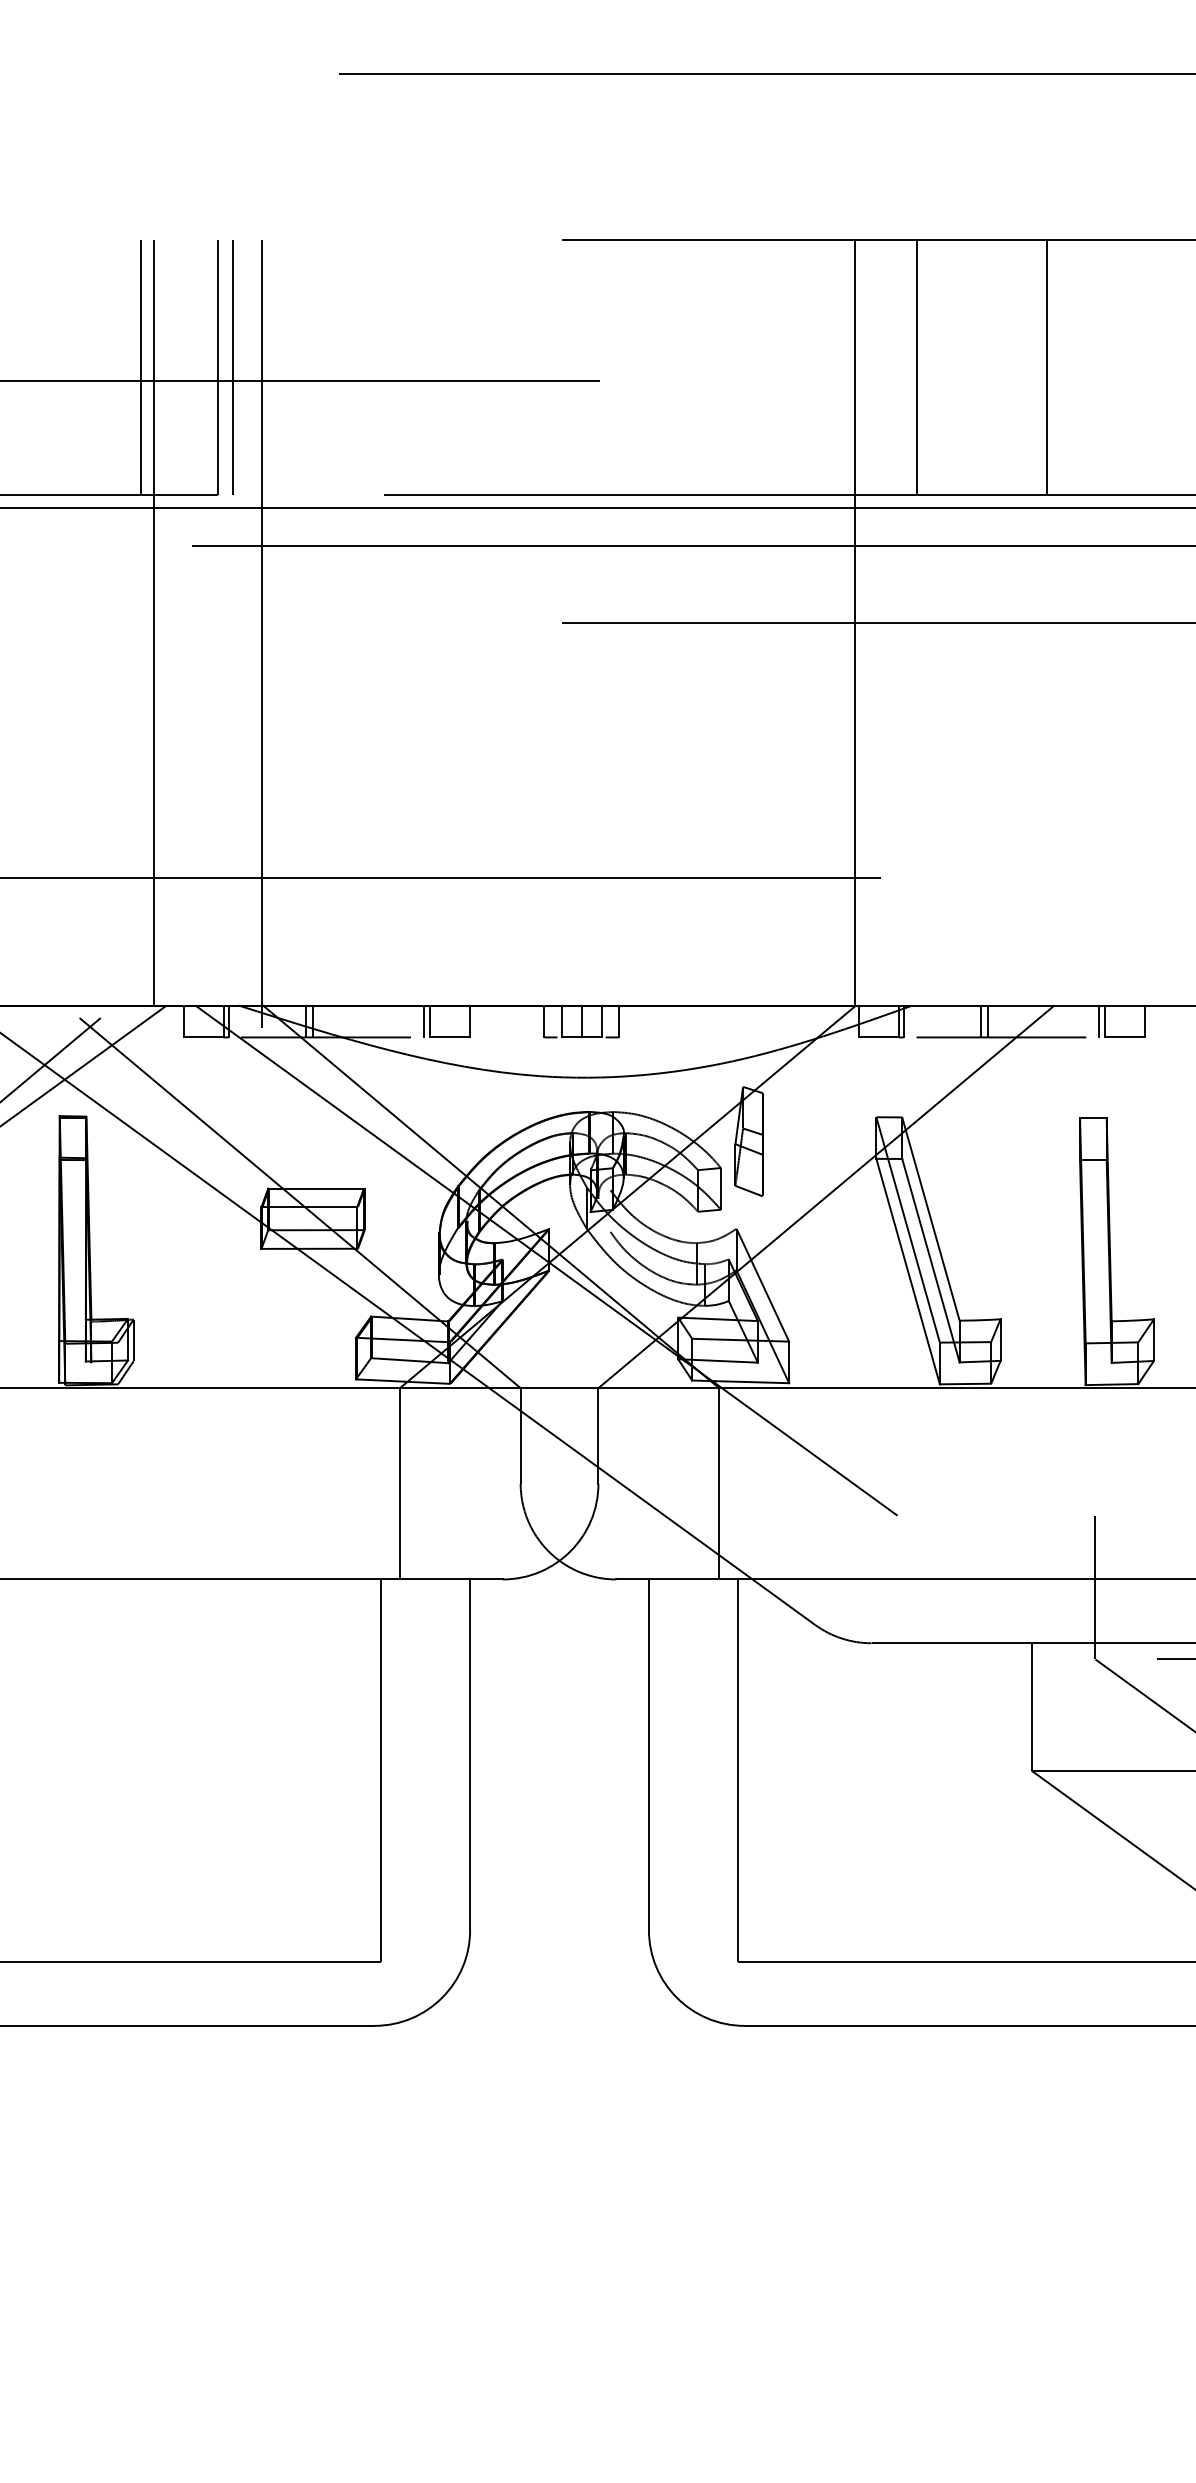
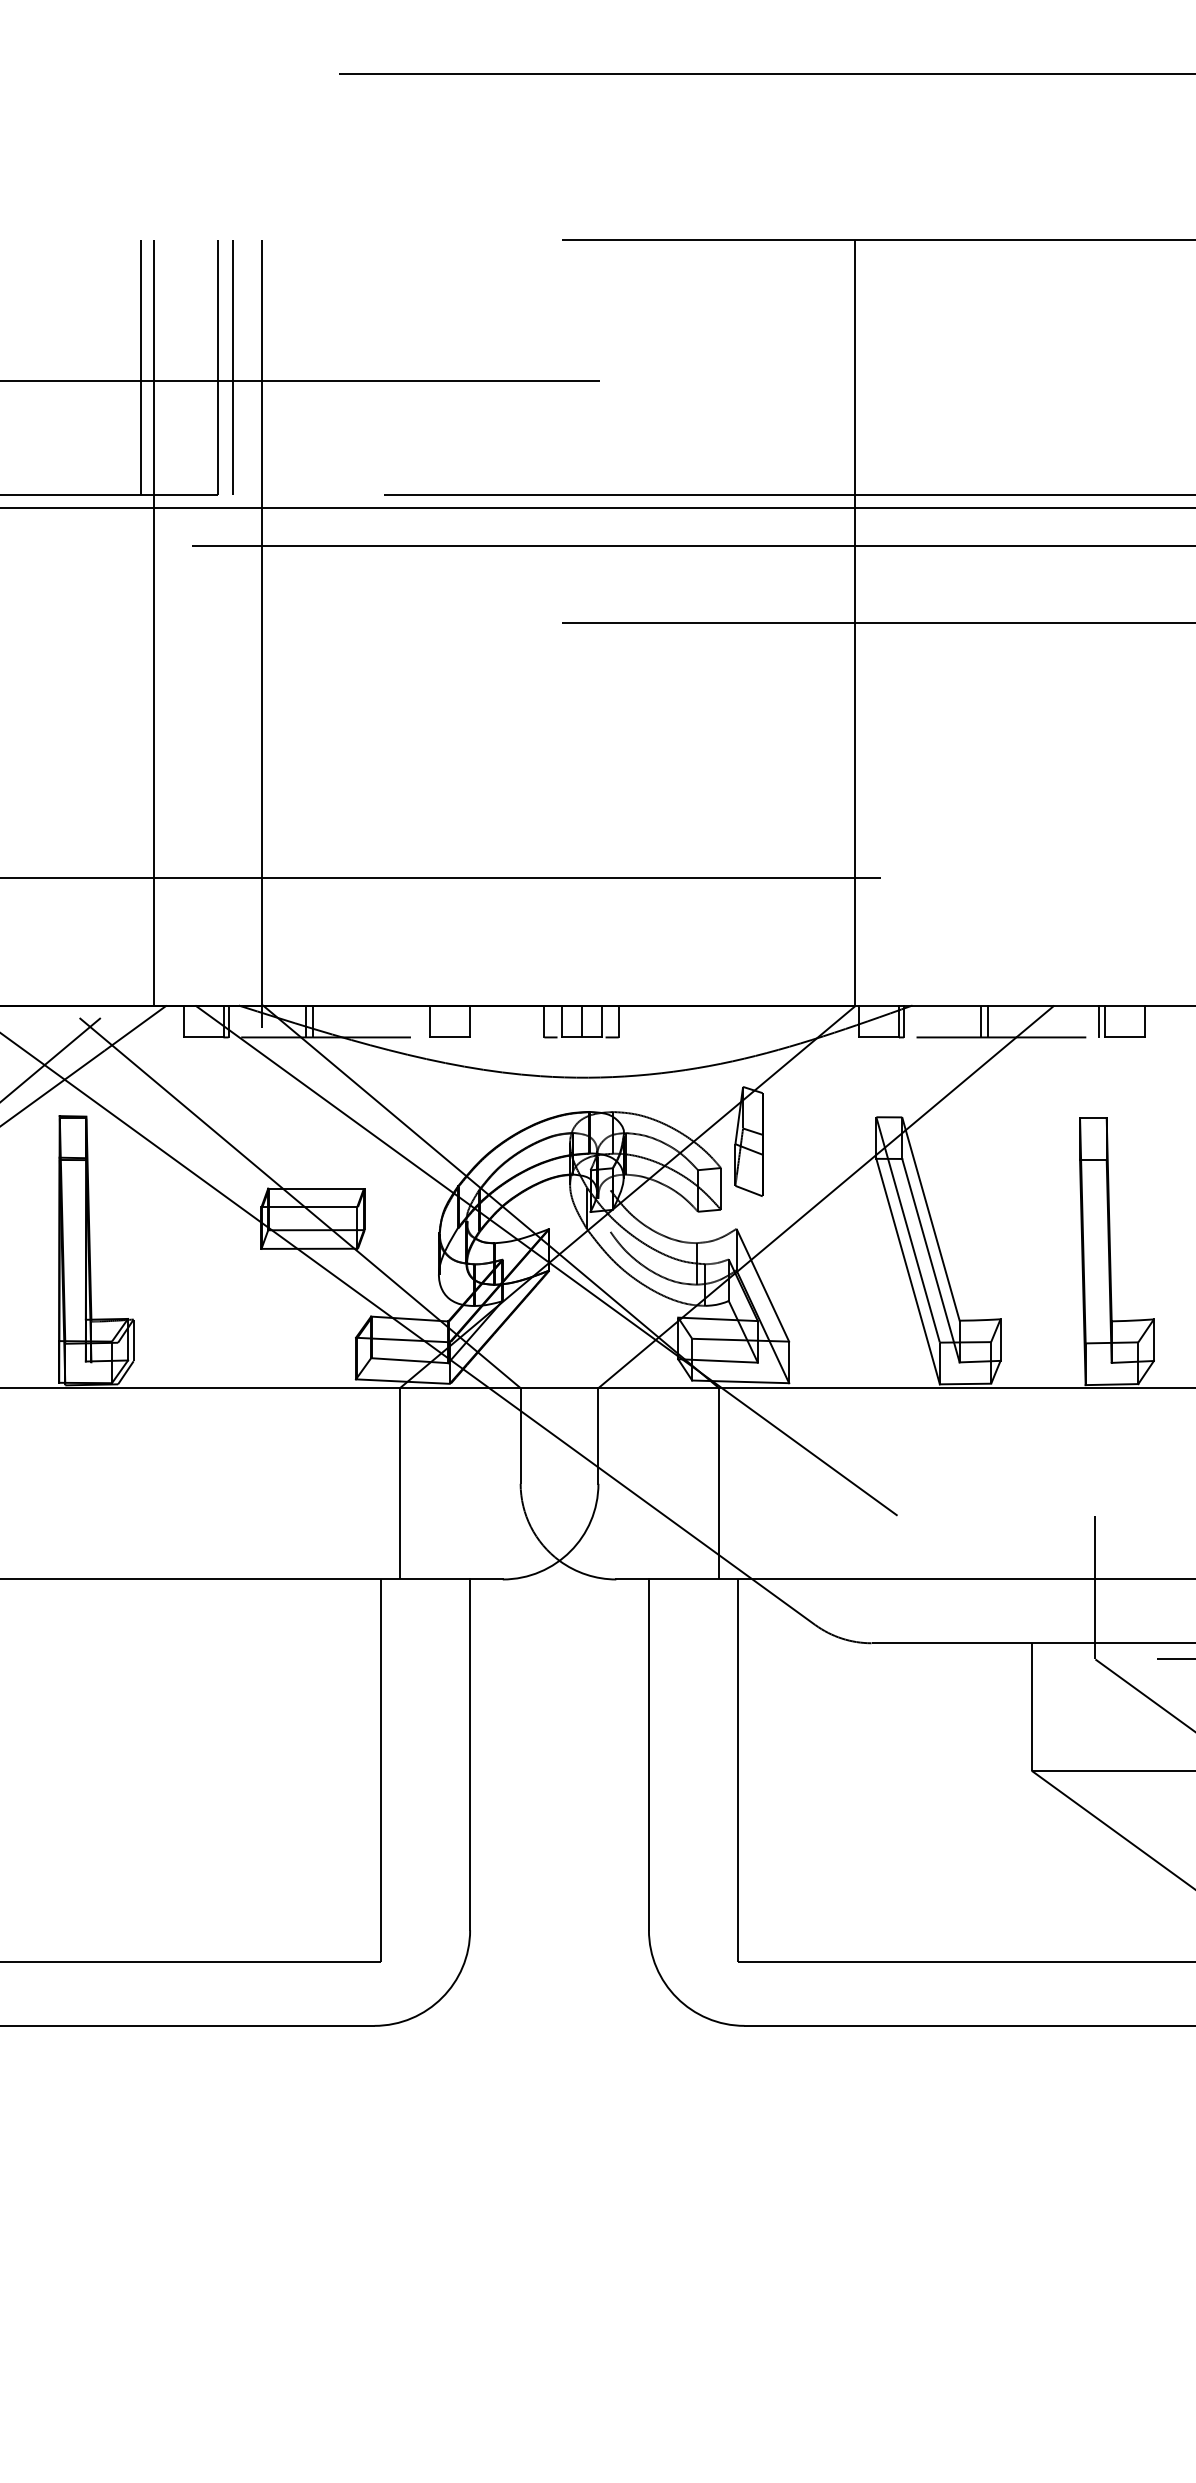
line at (916, 367): present -> none
line at (1046, 367): present -> none
line at (423, 1021): present -> none
